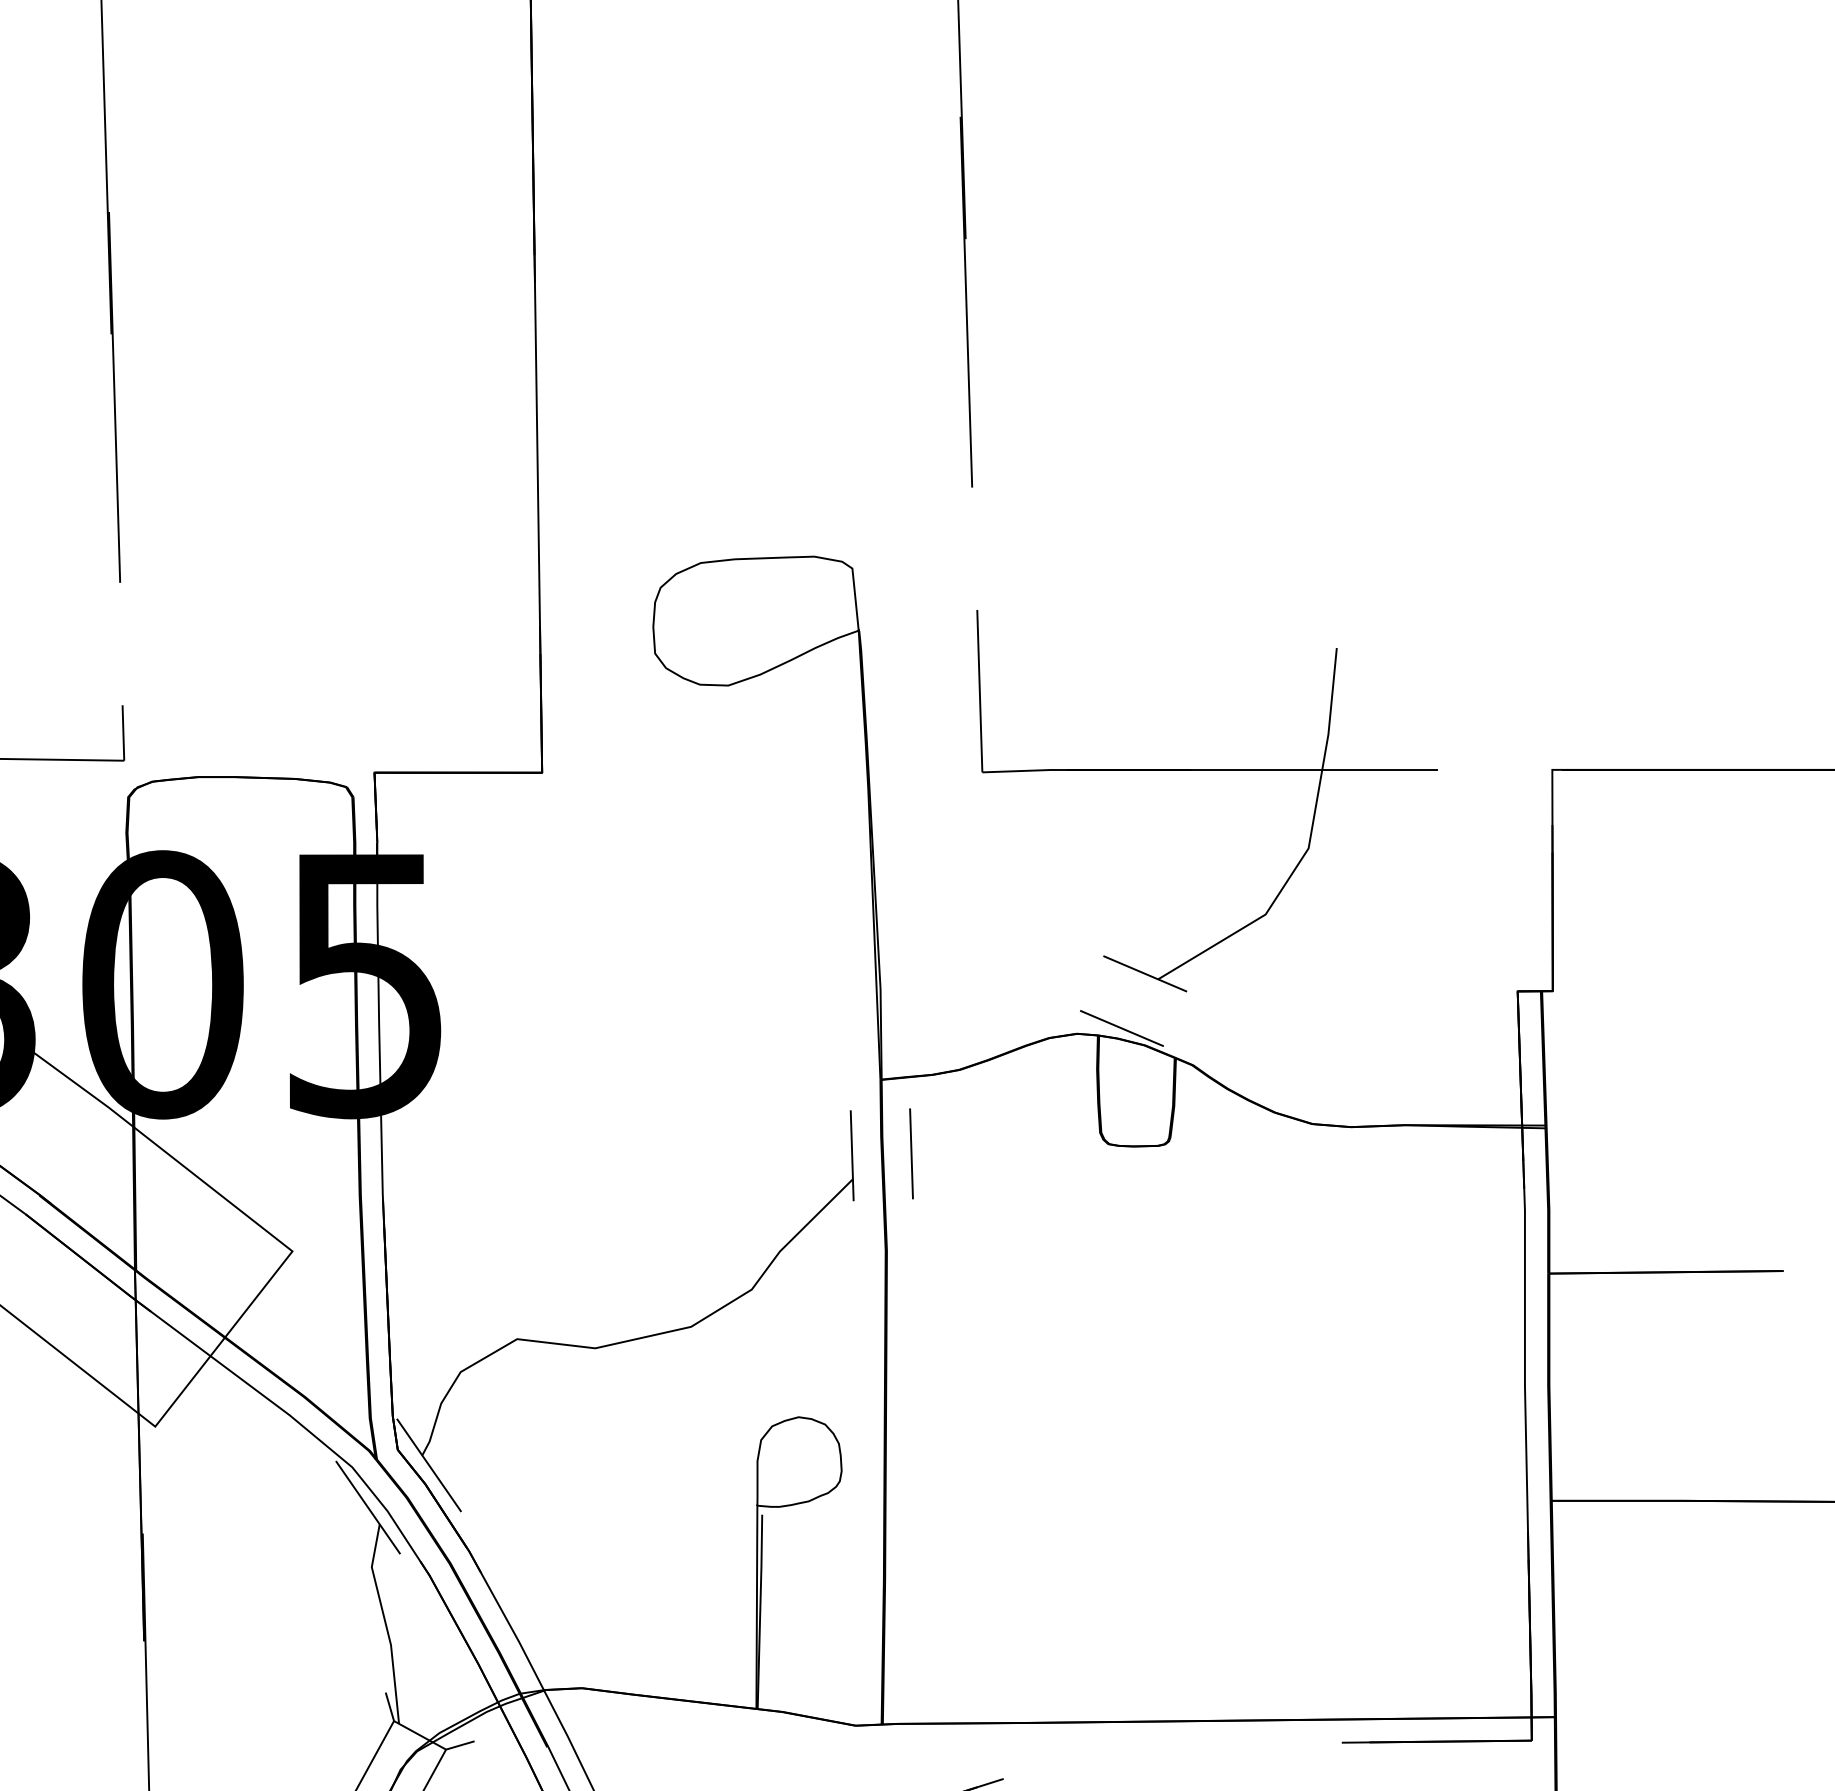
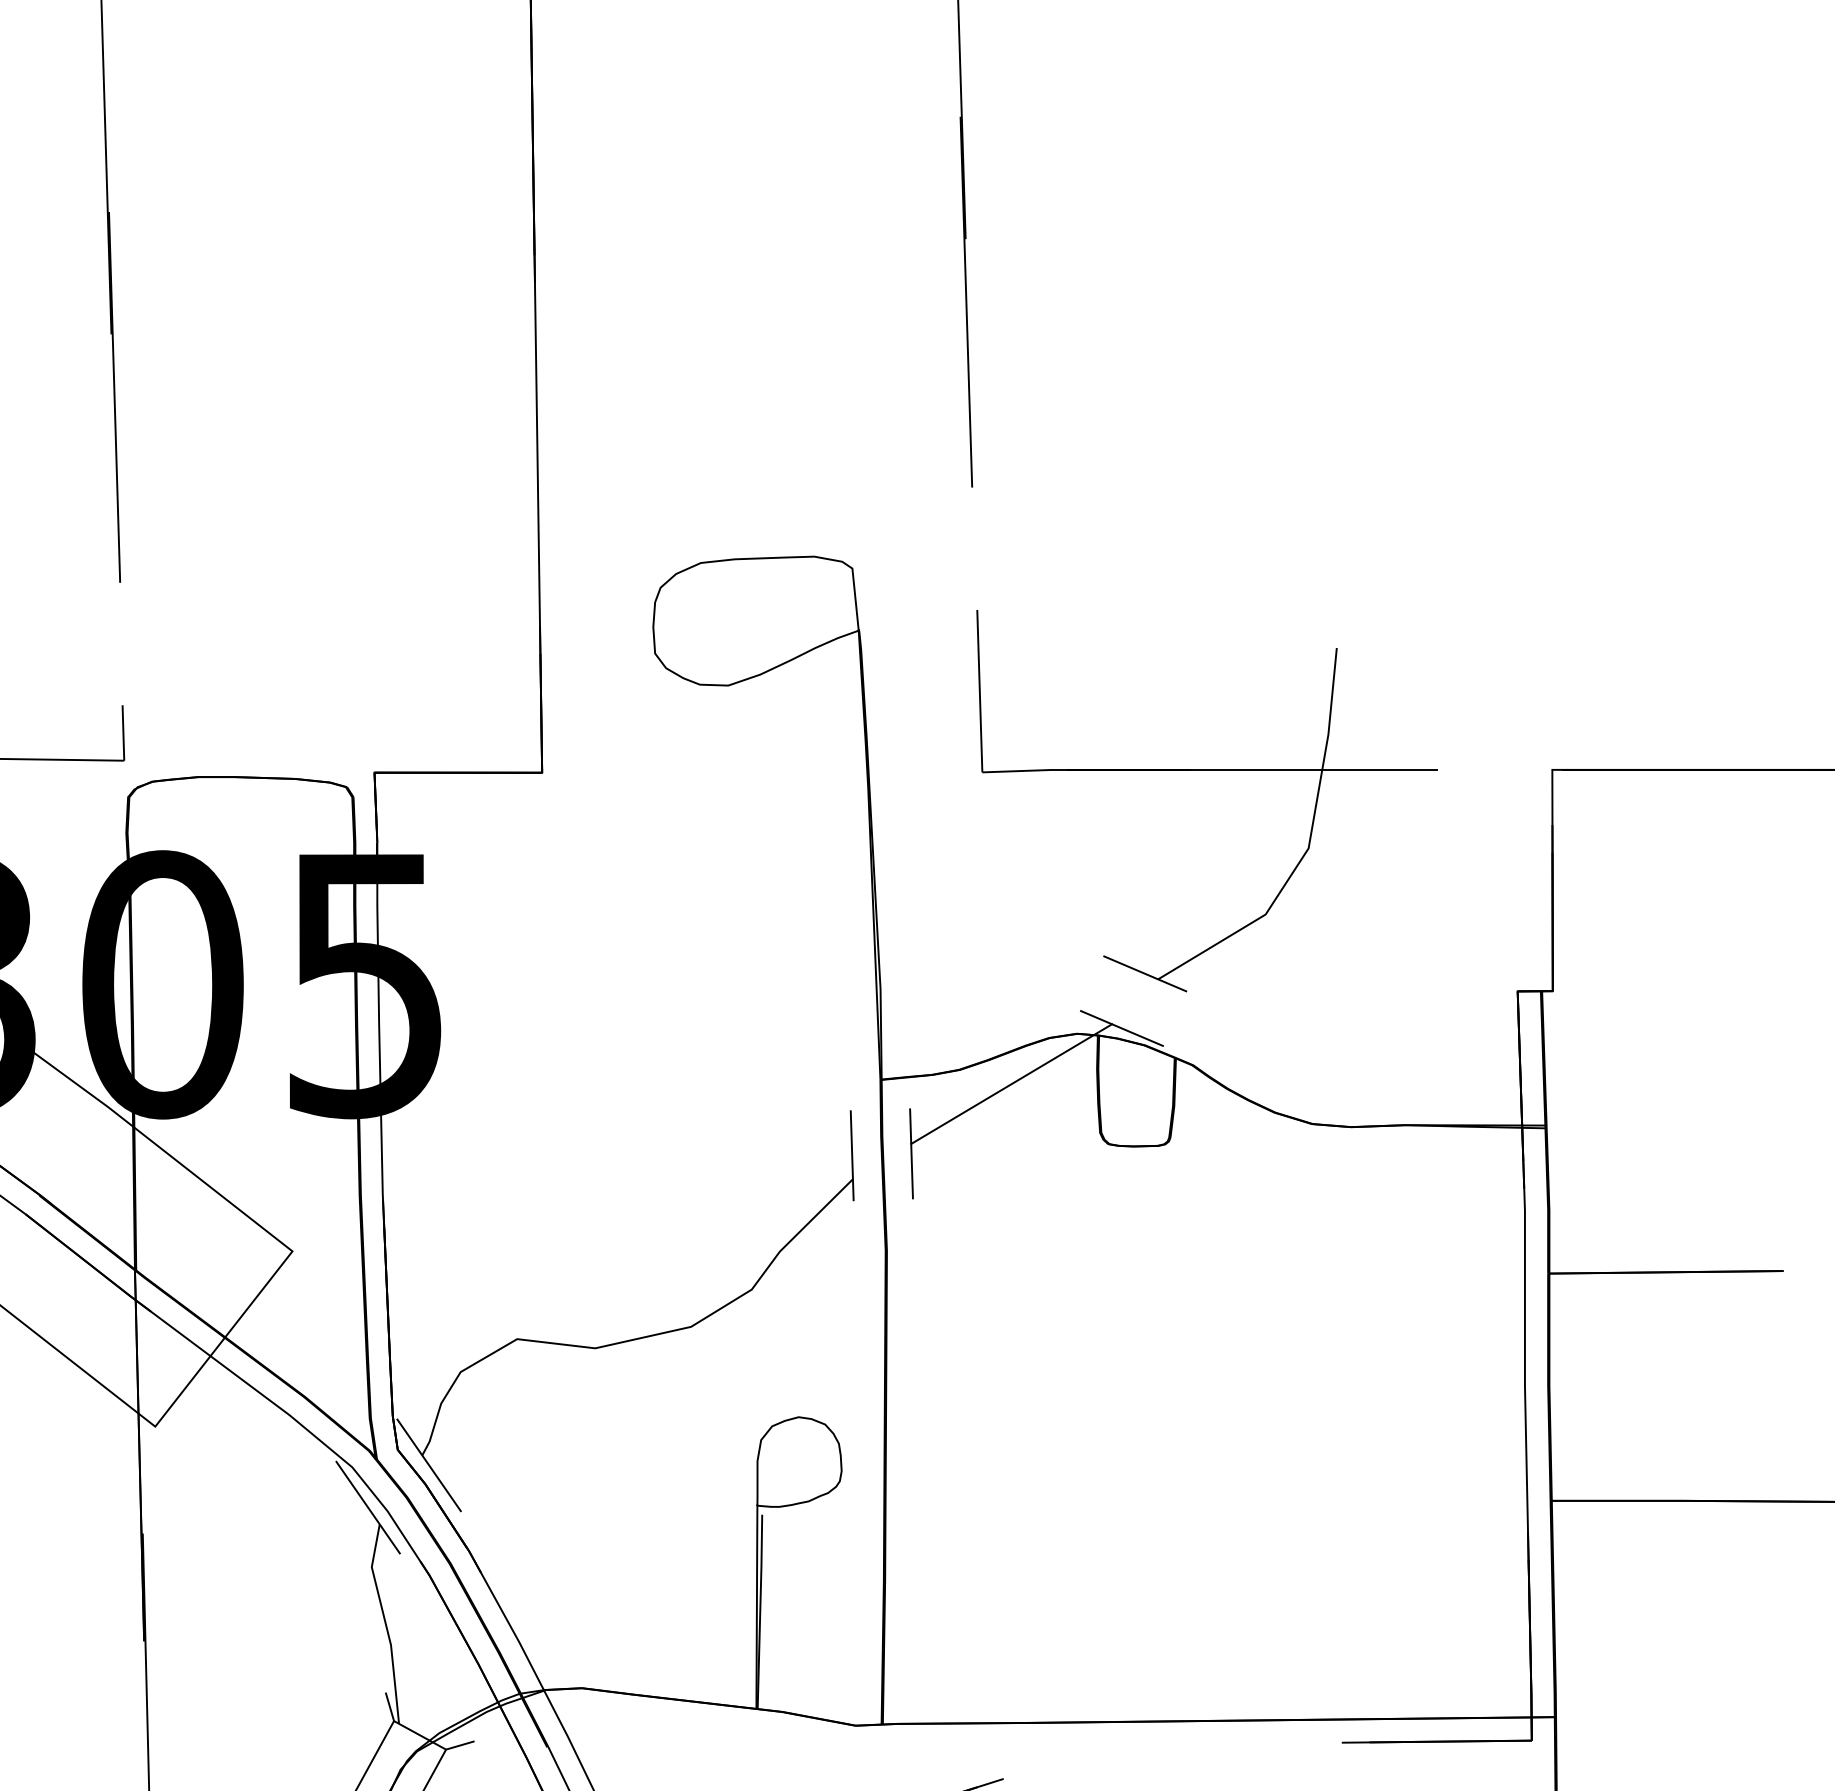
line at (1011, 1083): none -> present
